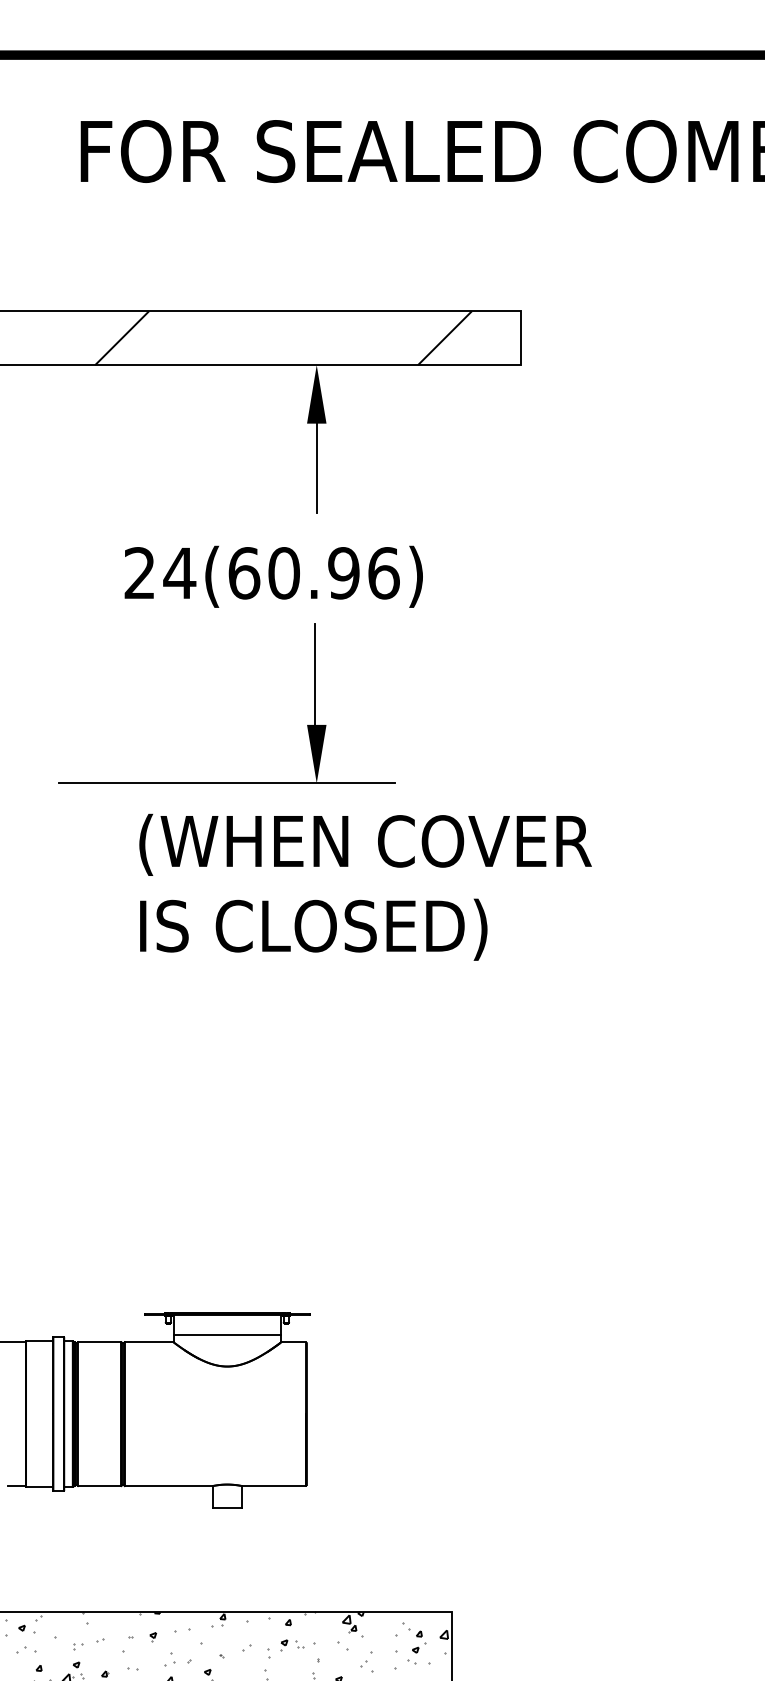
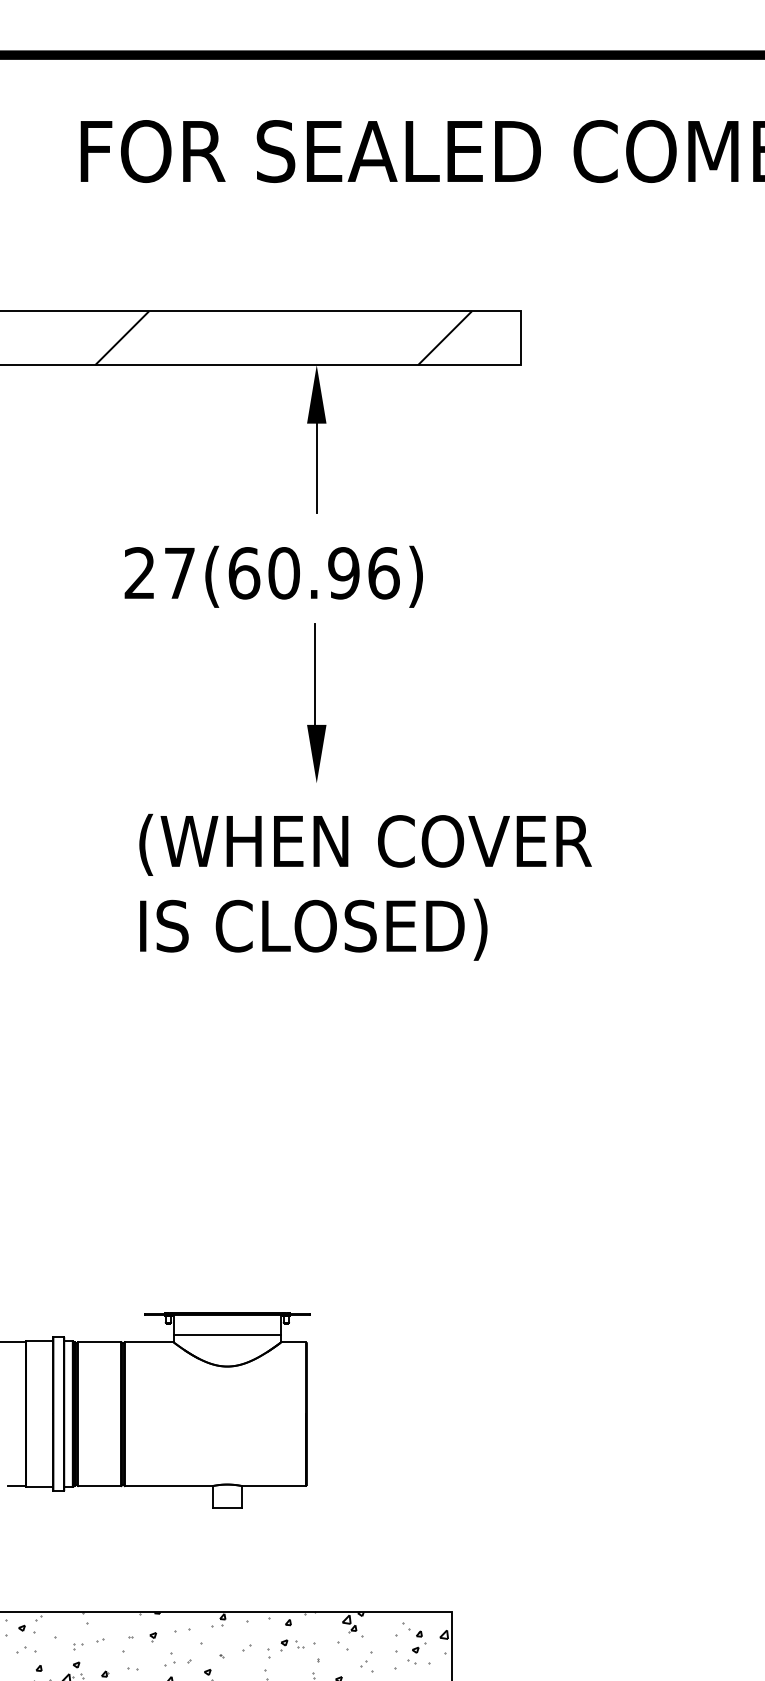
text at (179, 572): 24(60.96) -> 27(60.96)
line at (227, 783): present -> none
